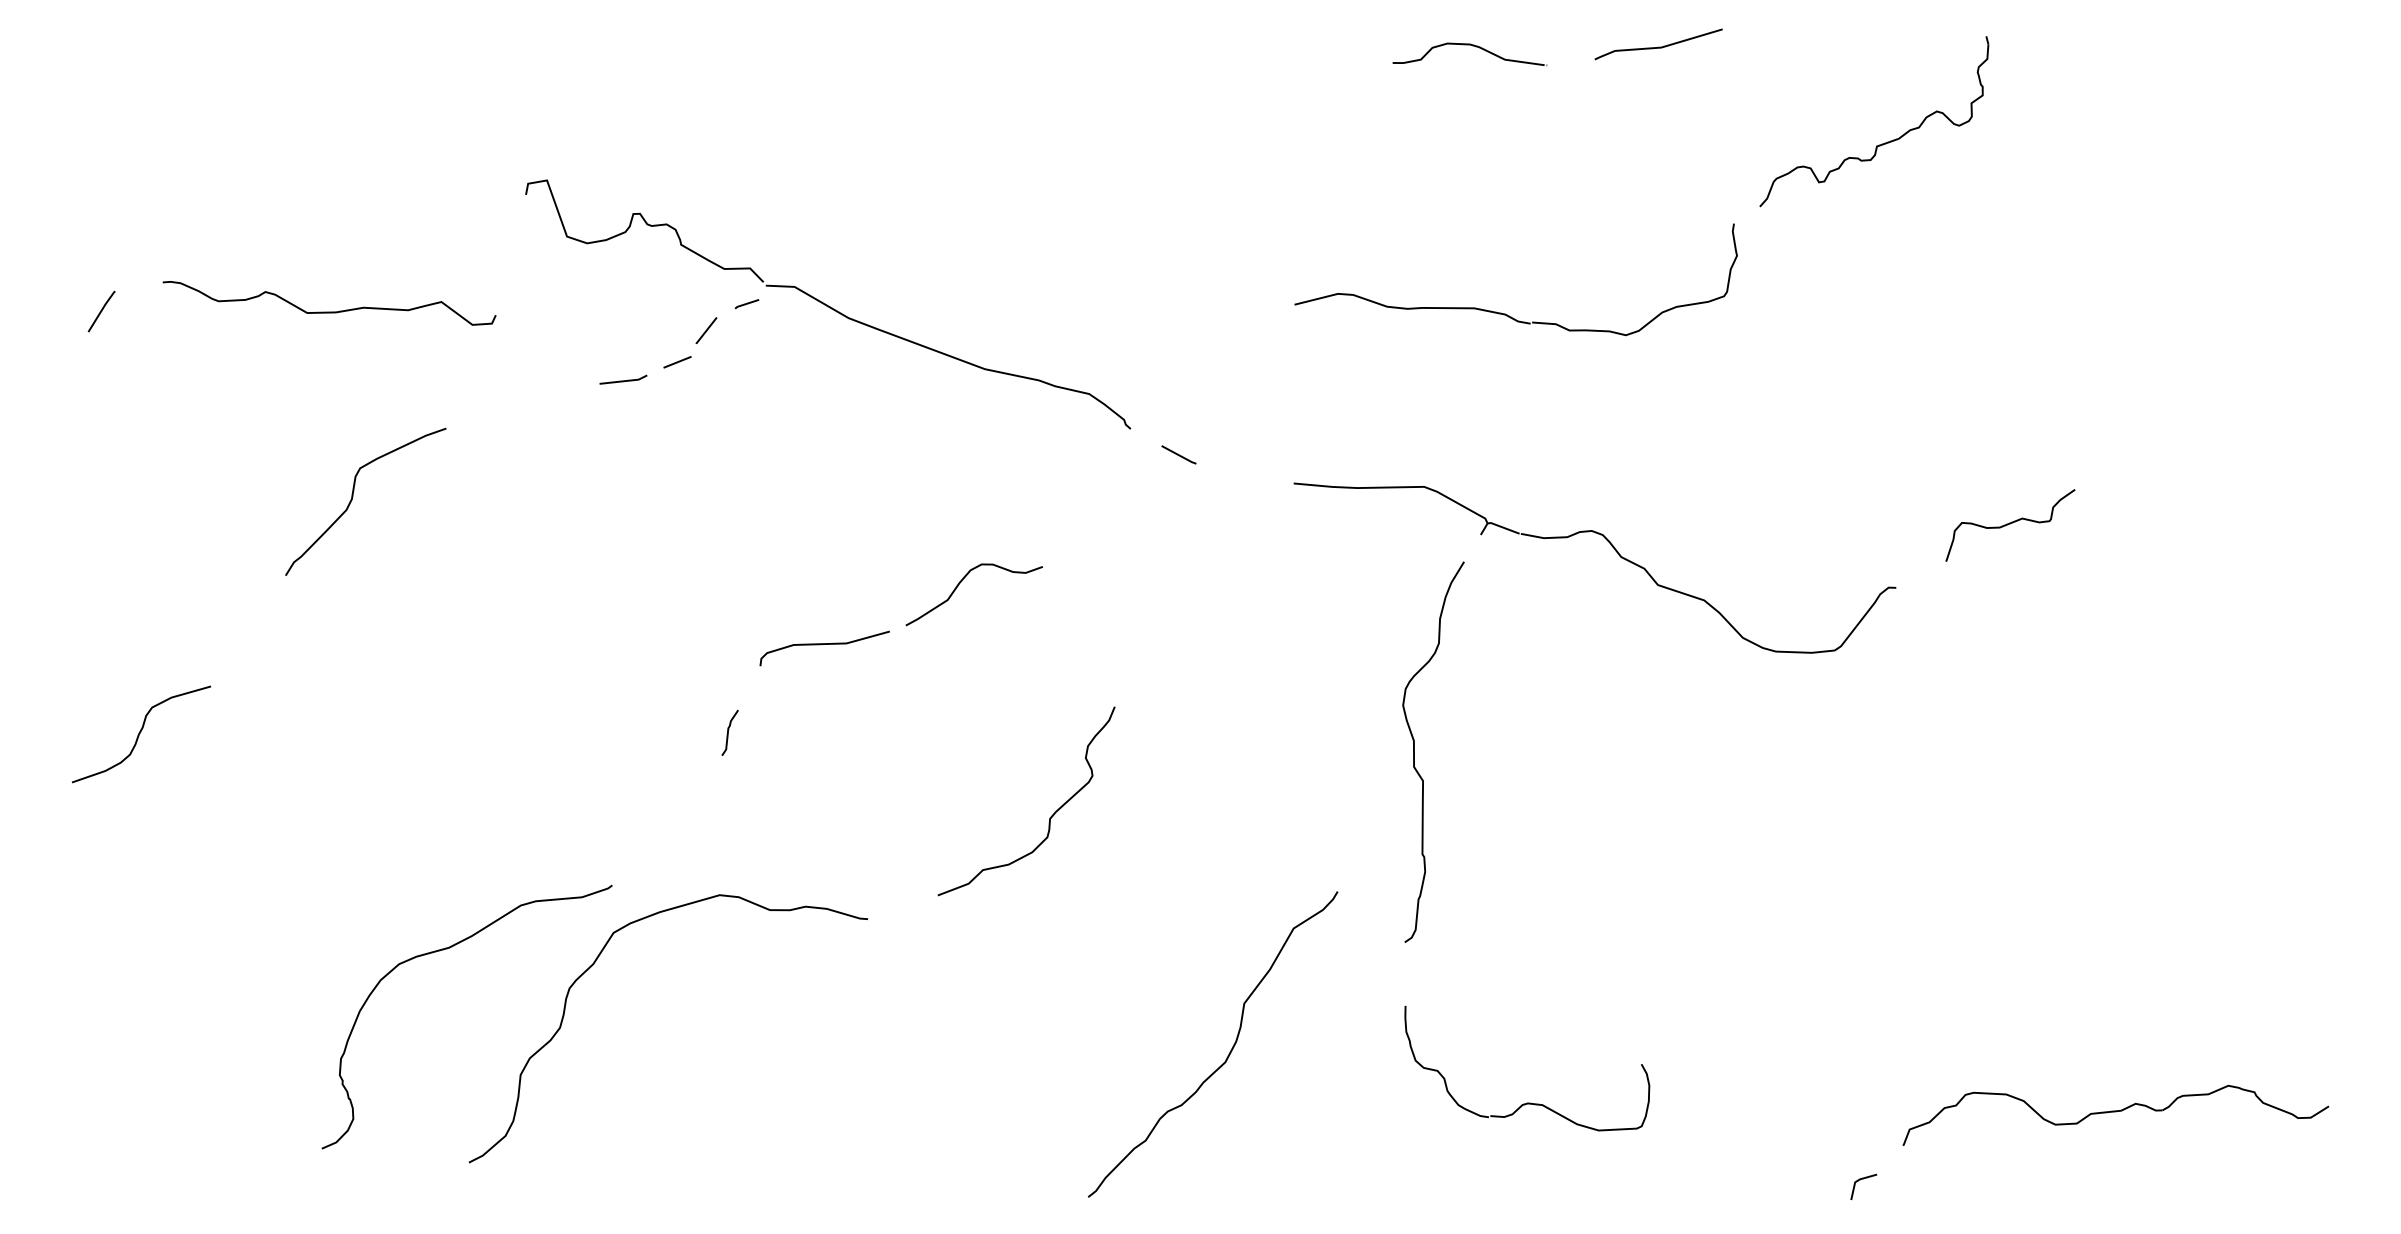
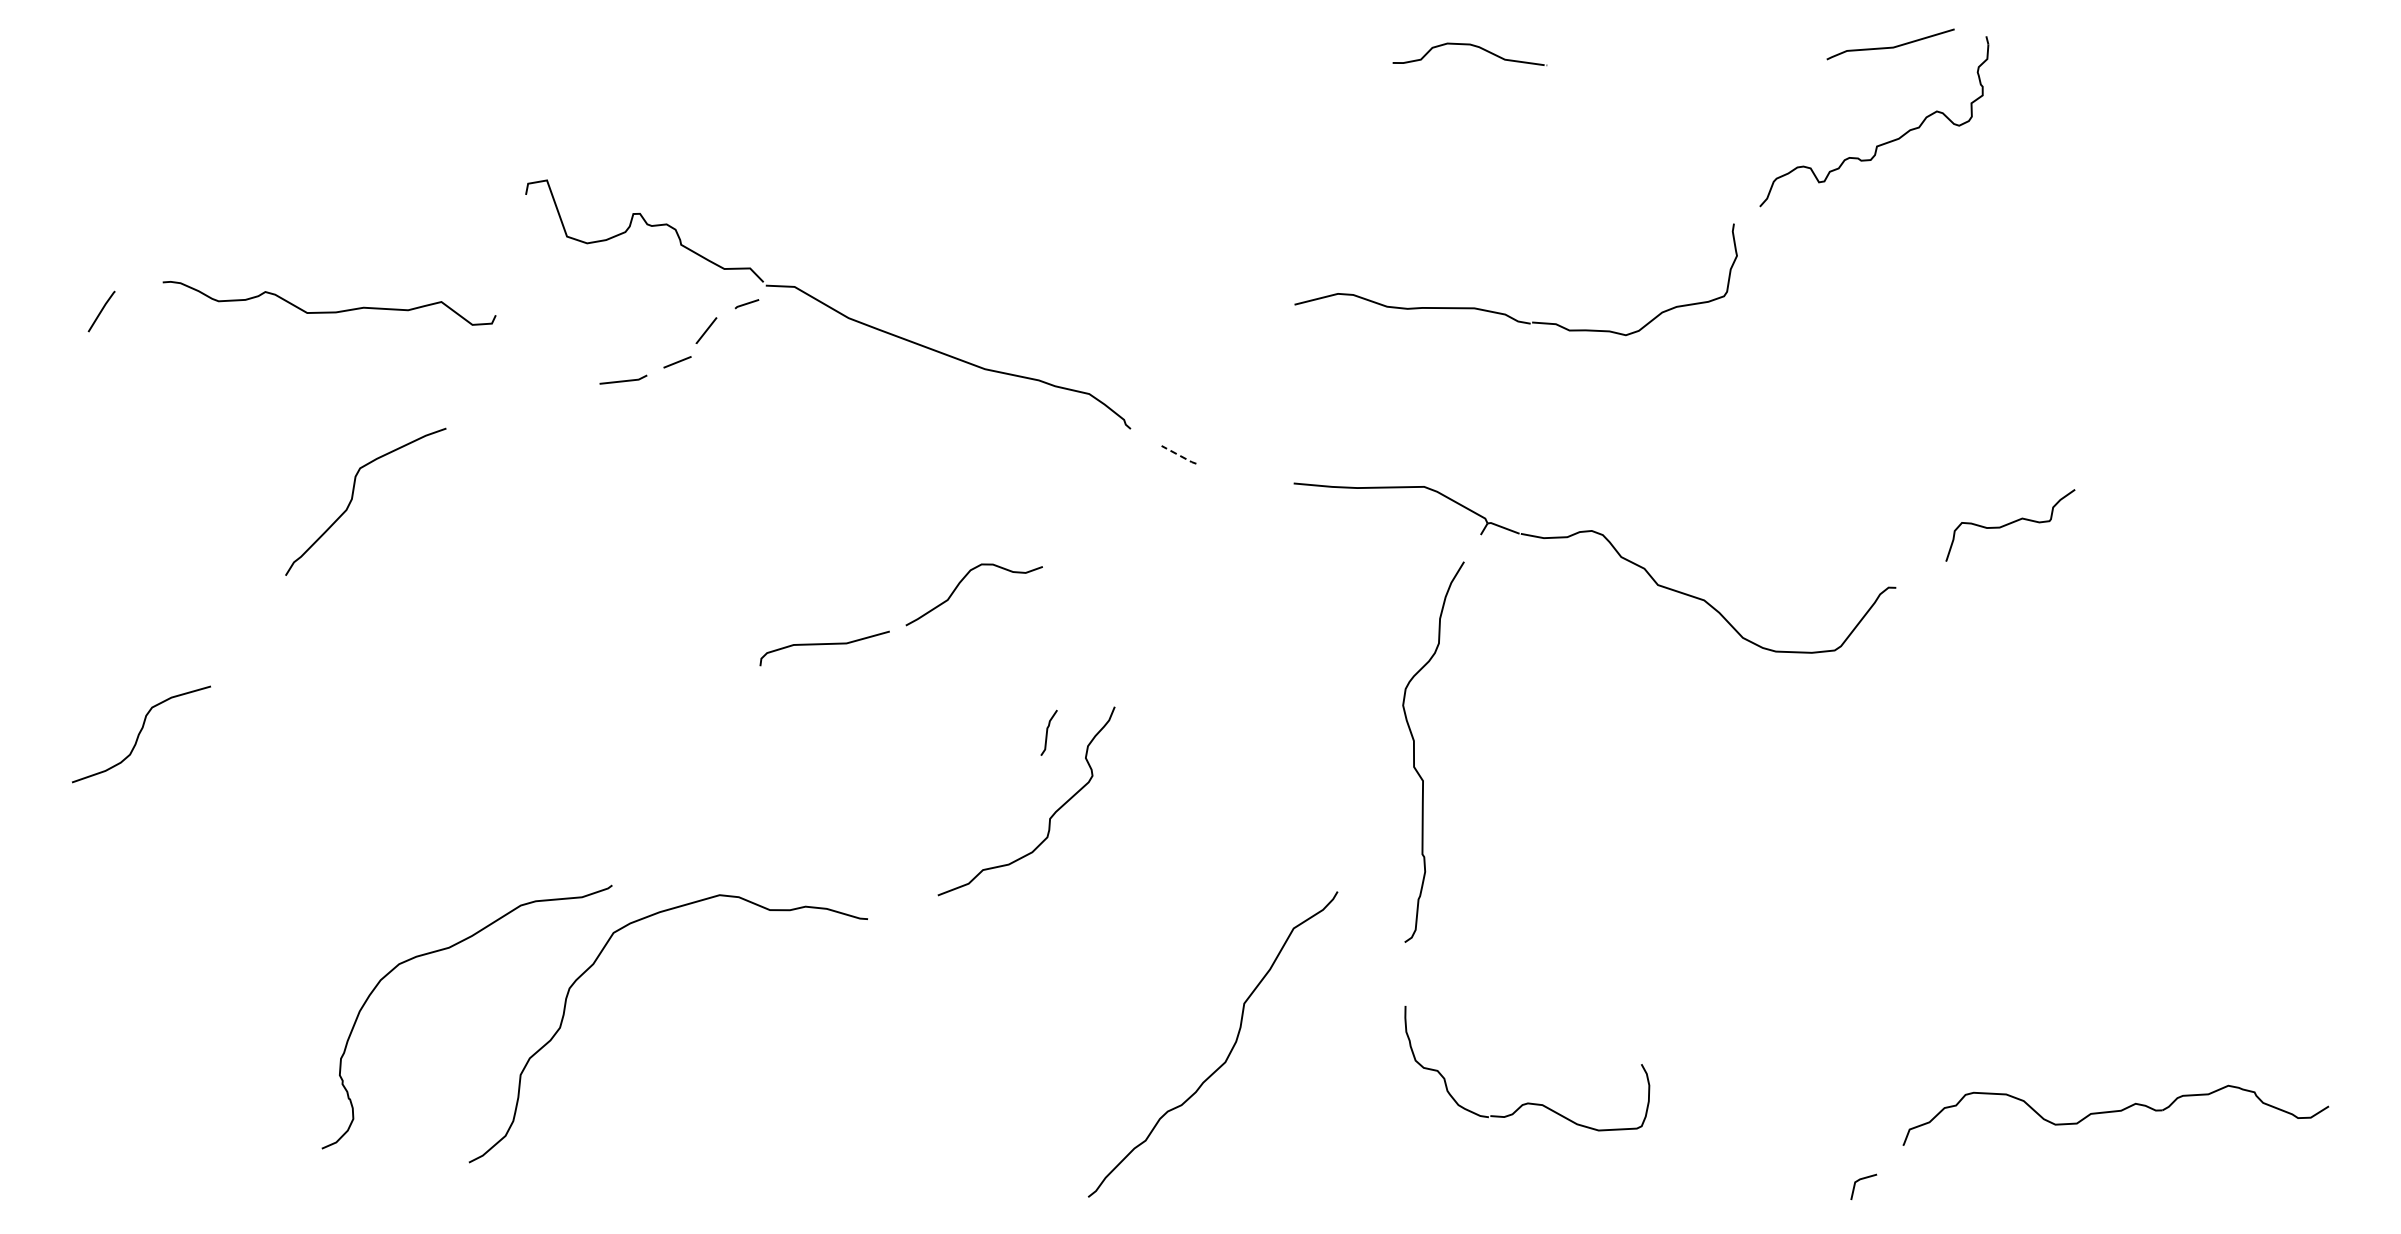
line at (1658, 46) position: (1658, 46) -> (1890, 46)
line at (1178, 455): solid -> dashed
curve at (728, 732) position: (728, 732) -> (1047, 732)
